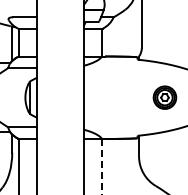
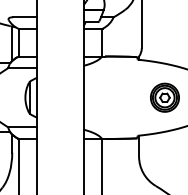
part at (164, 97) size: 26x25 px -> 30x31 px
line at (101, 166): dashed -> solid
